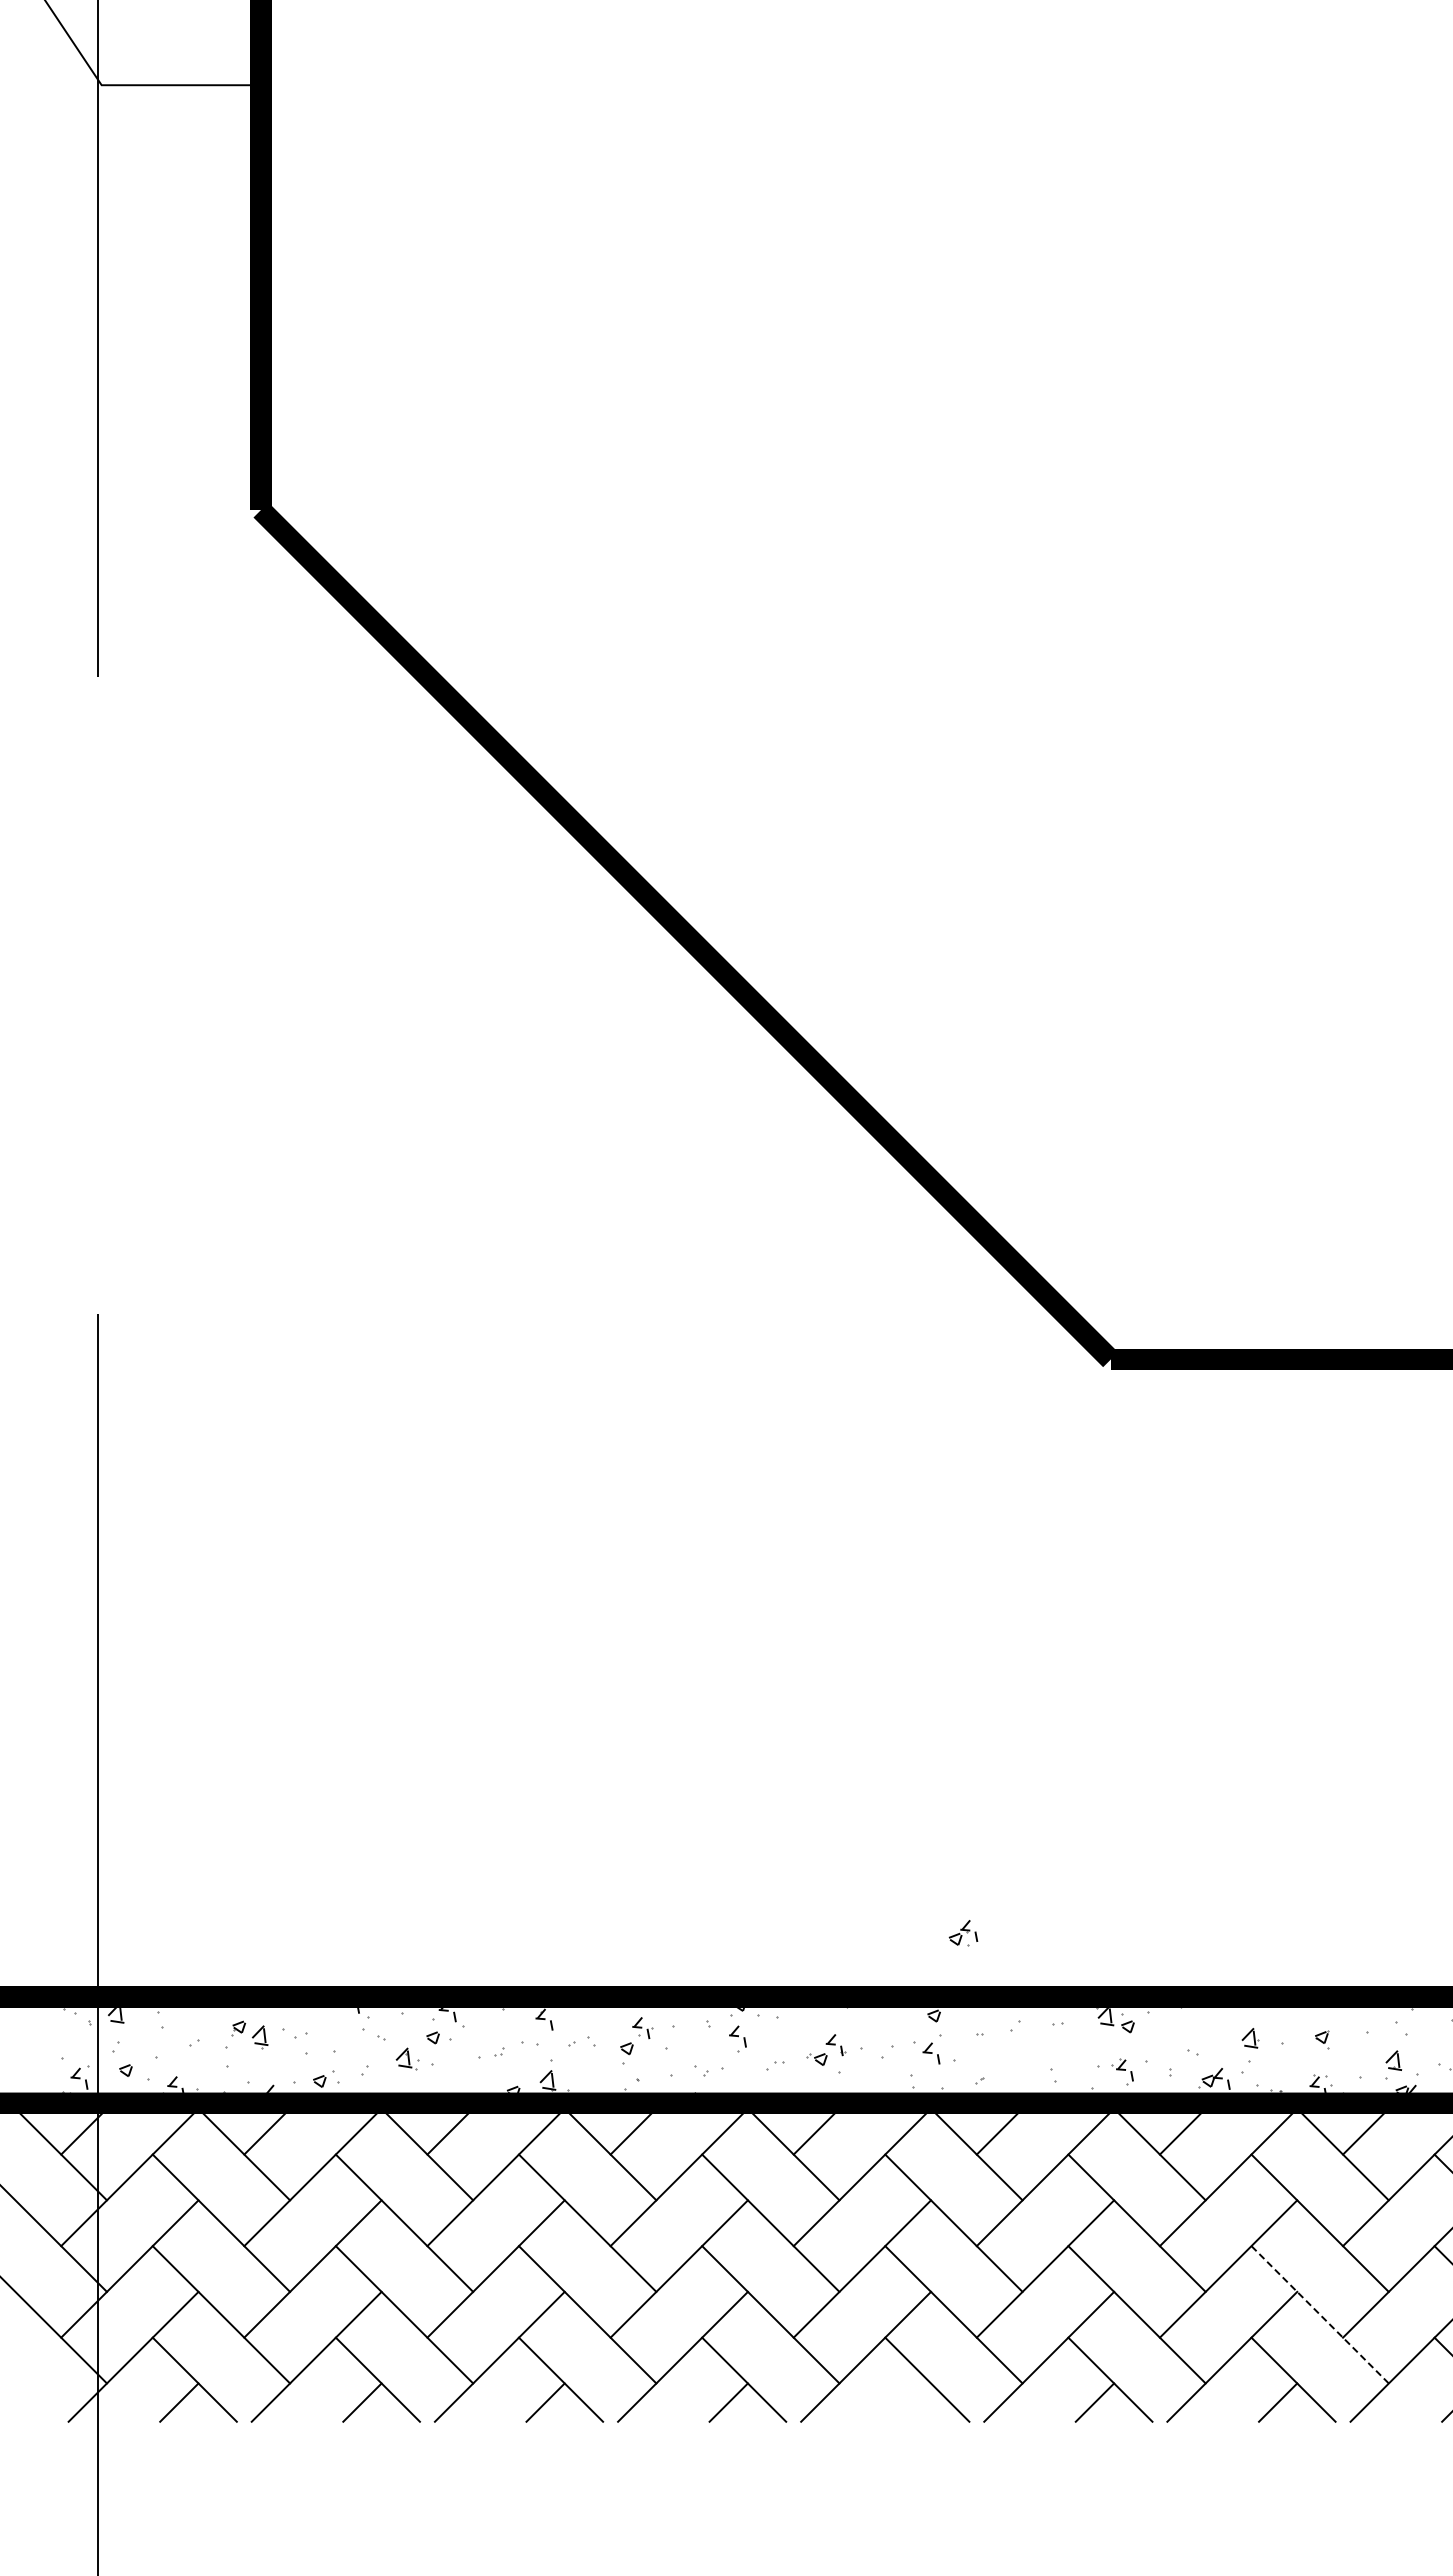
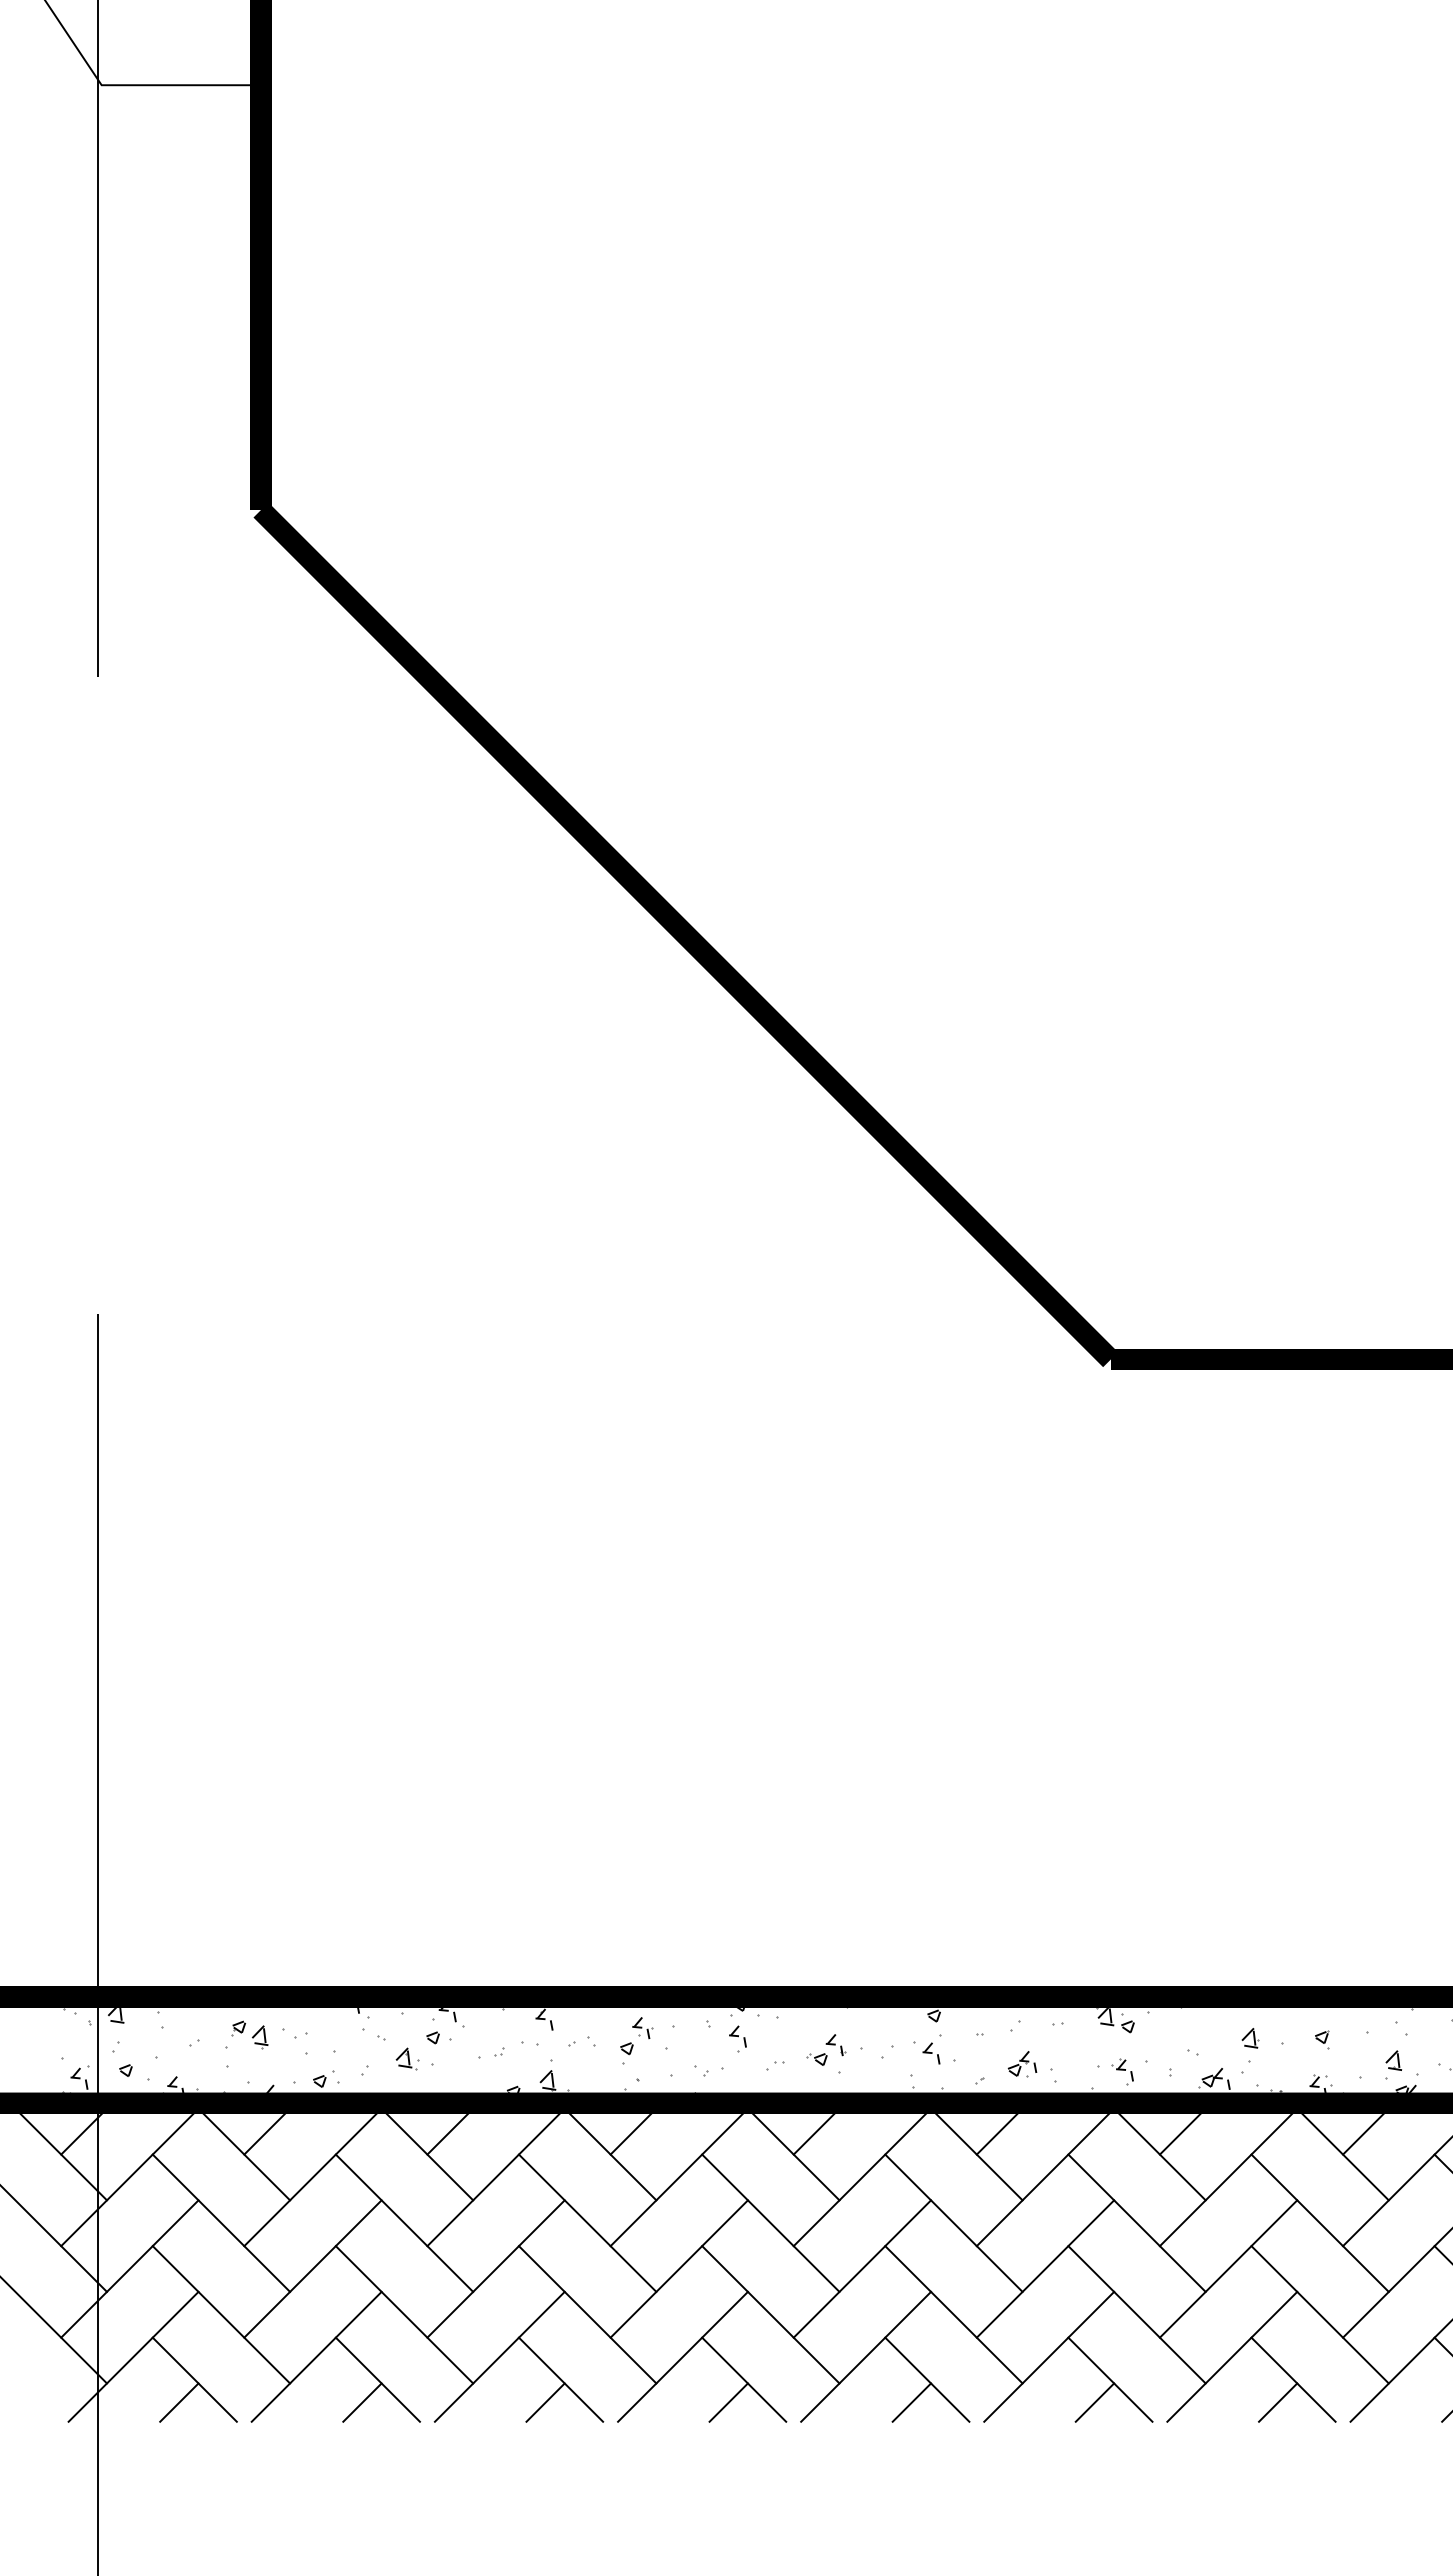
part at (963, 1933) position: (963, 1933) -> (1022, 2064)
line at (1319, 2314): dashed -> solid
line at (911, 2402): none -> present
